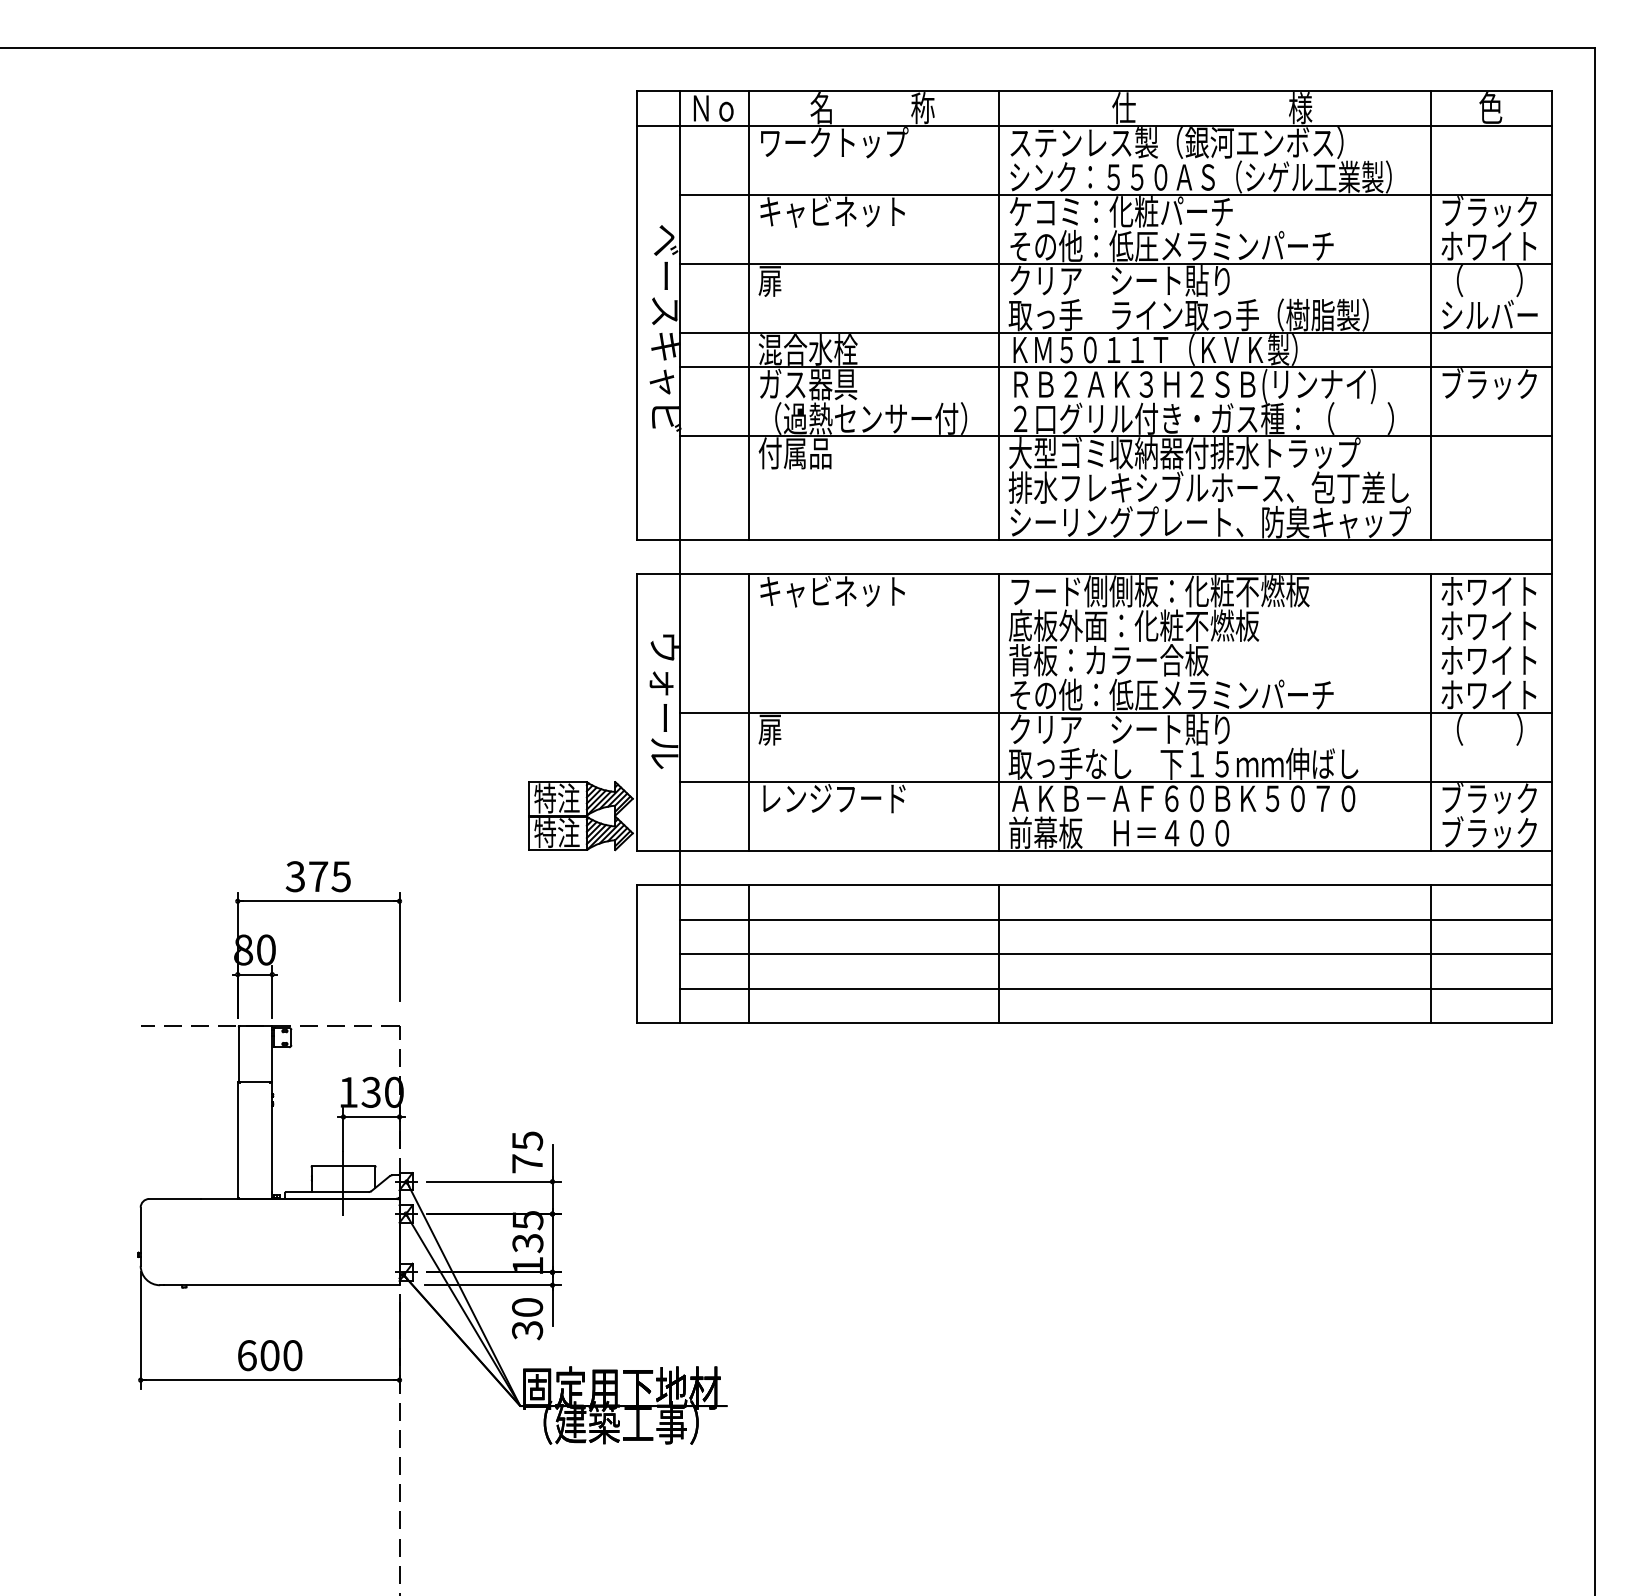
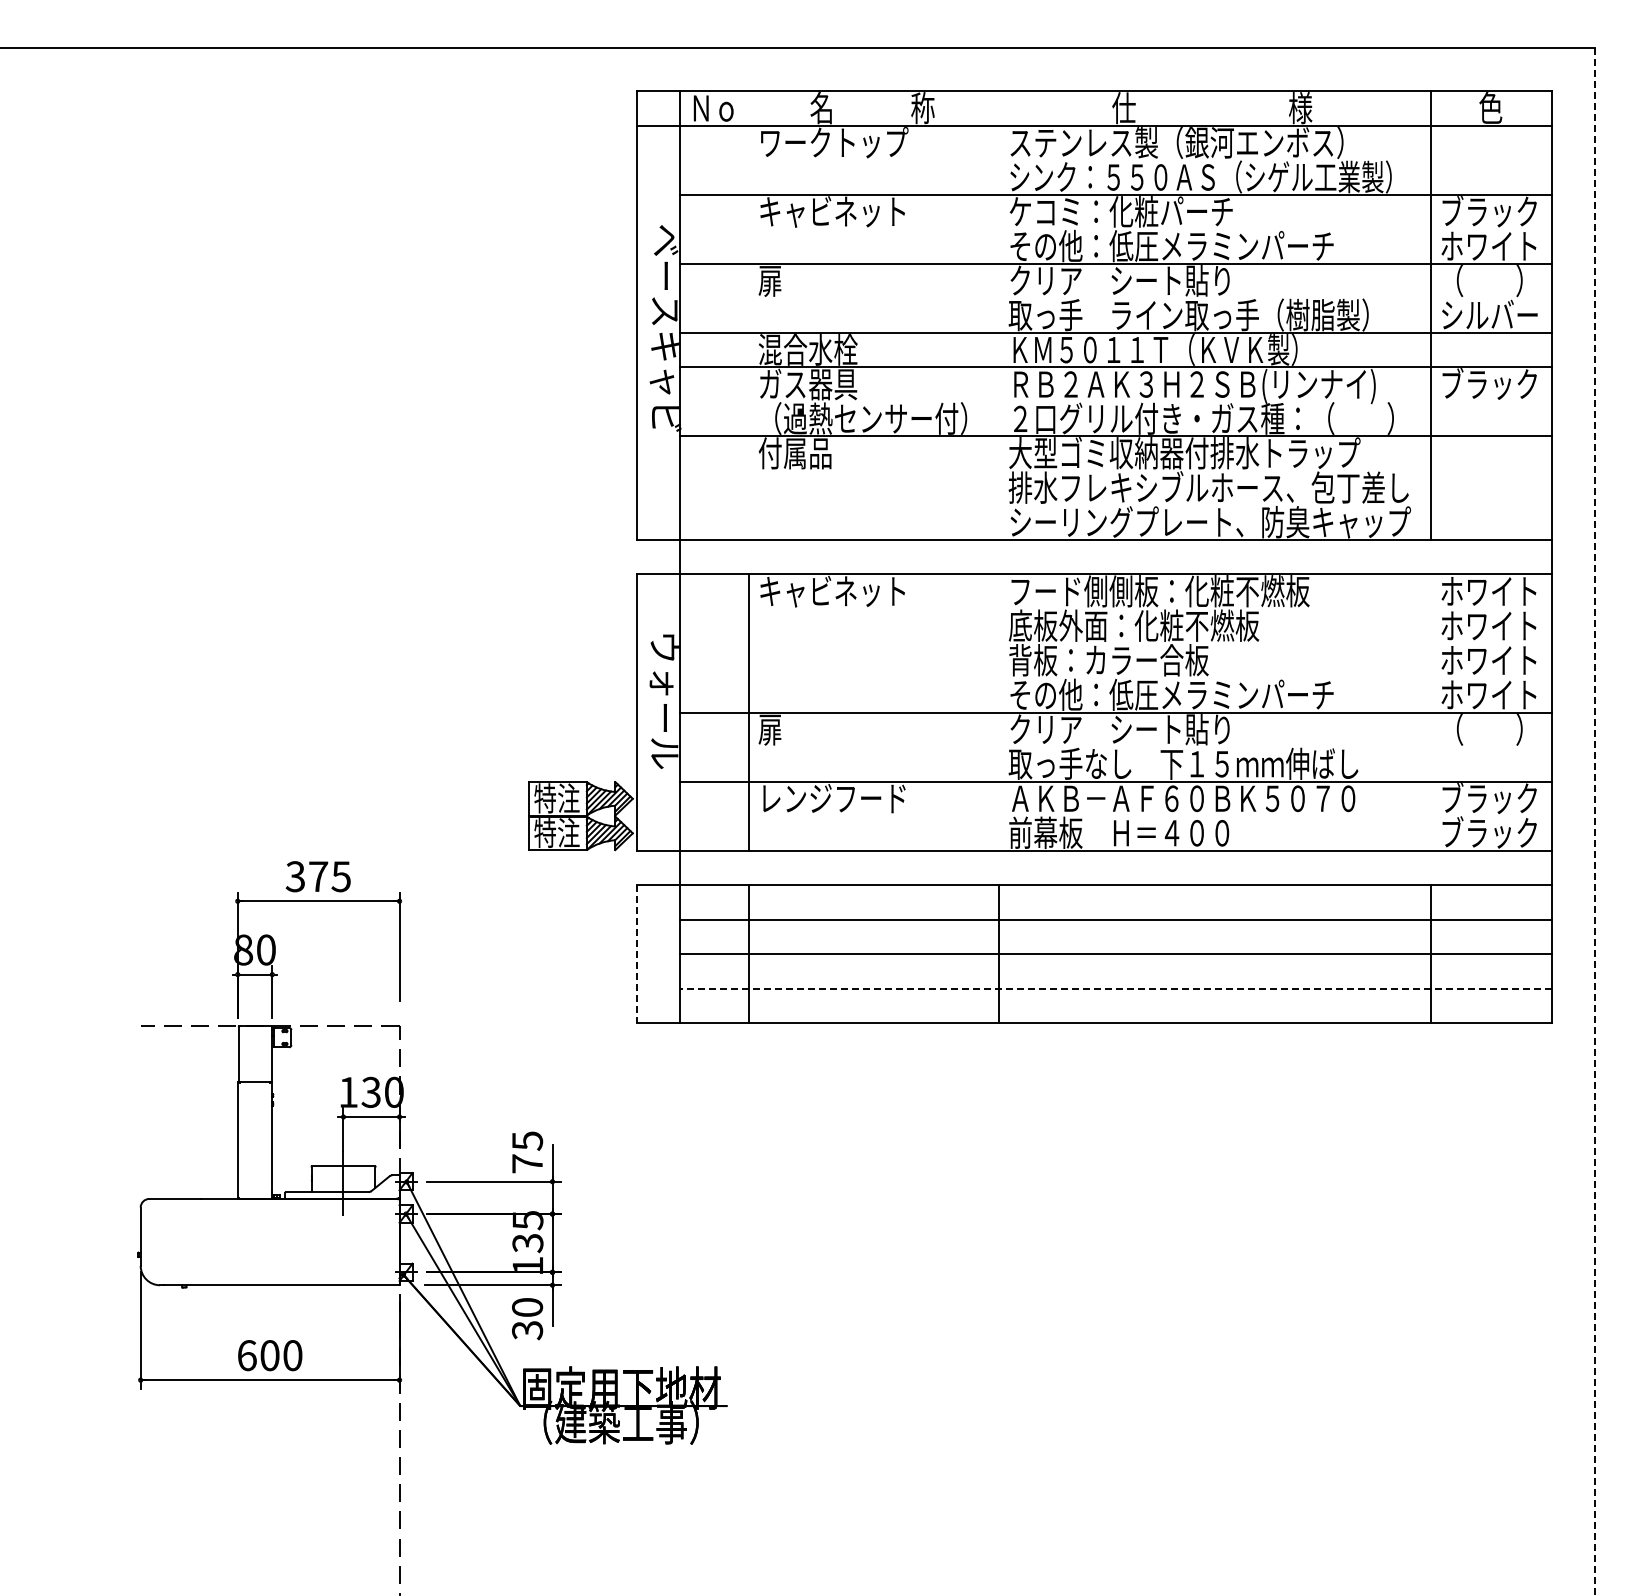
line at (749, 315): present -> none
line at (999, 315): present -> none
line at (999, 712): present -> none
line at (1430, 712): present -> none
line at (1594, 821): solid -> dashed
line at (636, 954): solid -> dashed
line at (1115, 988): solid -> dashed
